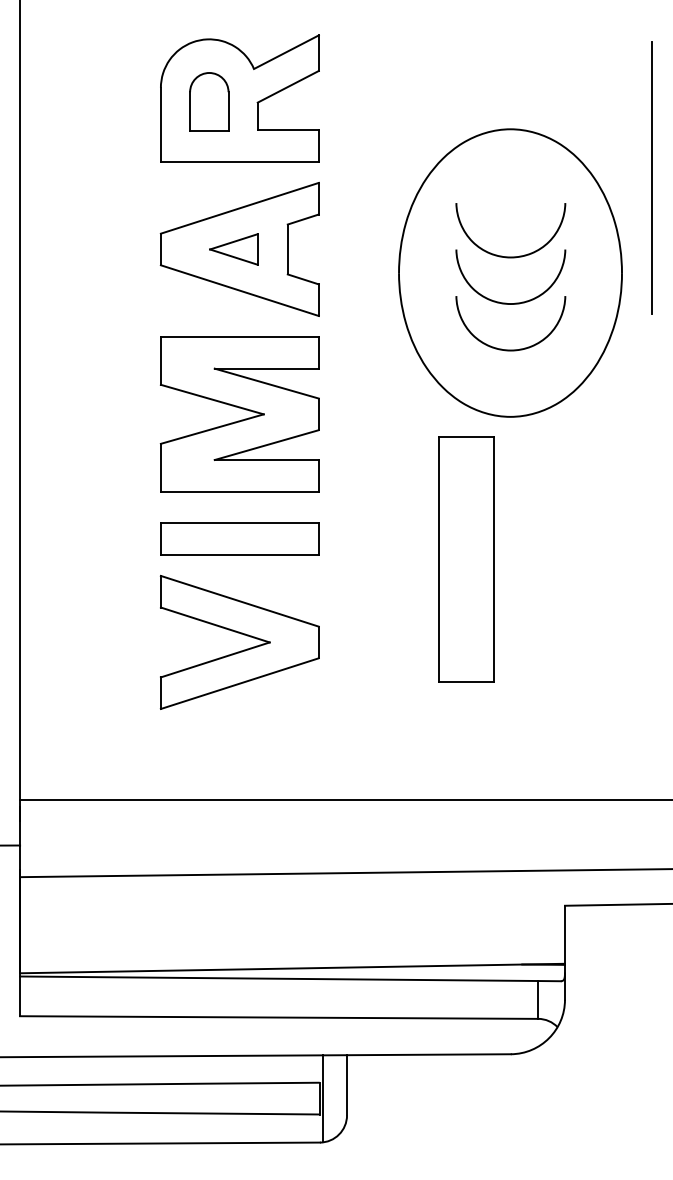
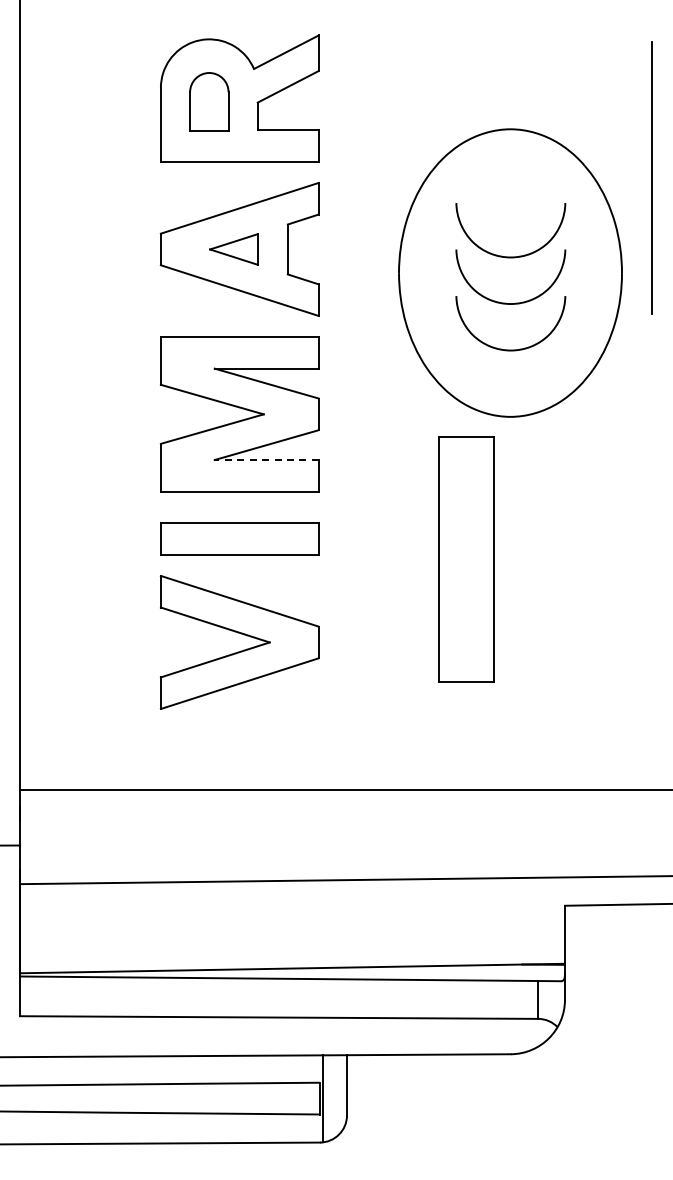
line at (266, 460): solid -> dashed
line at (344, 800) position: (344, 800) -> (344, 790)
line at (344, 873) position: (344, 873) -> (344, 880)
